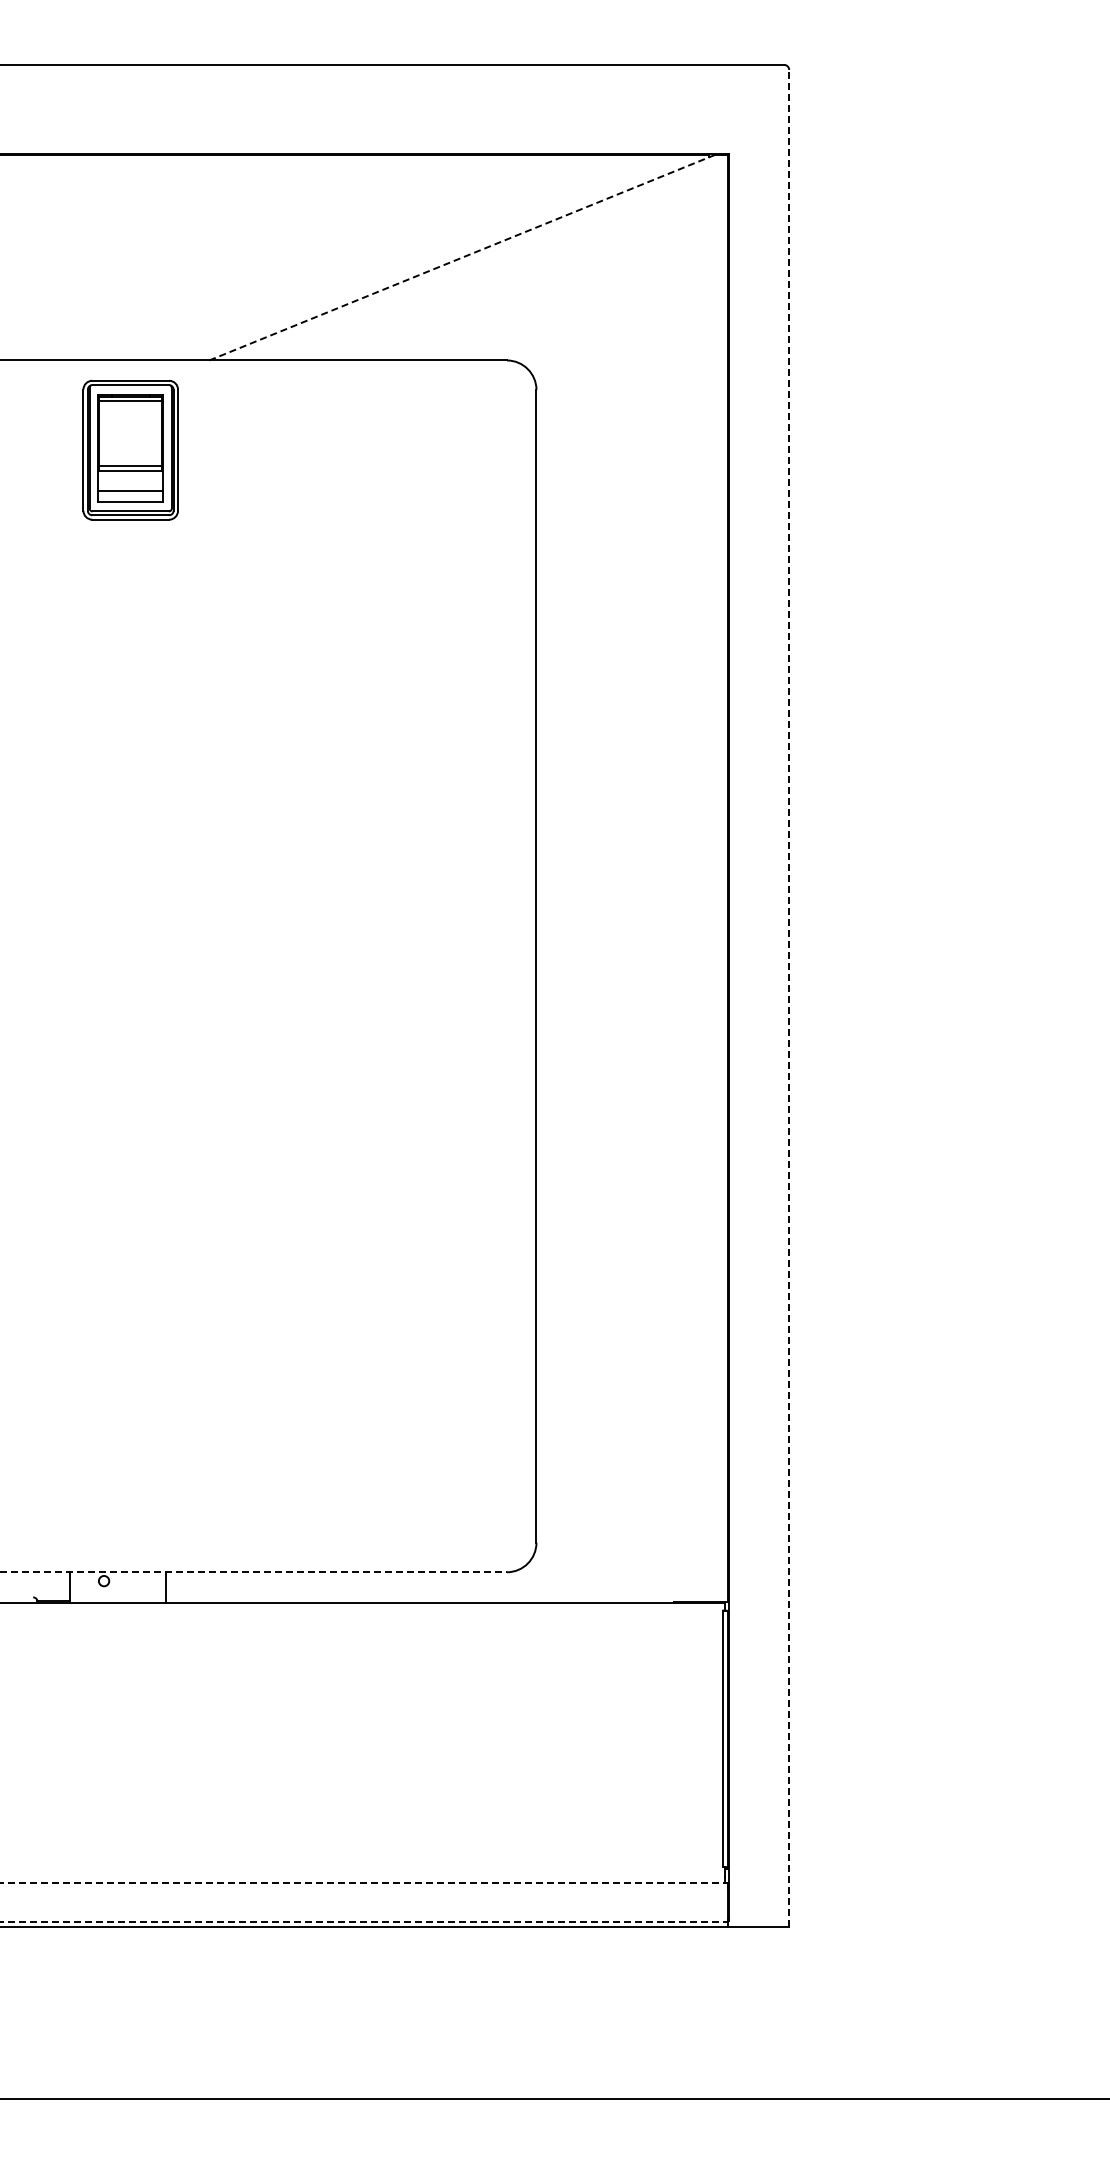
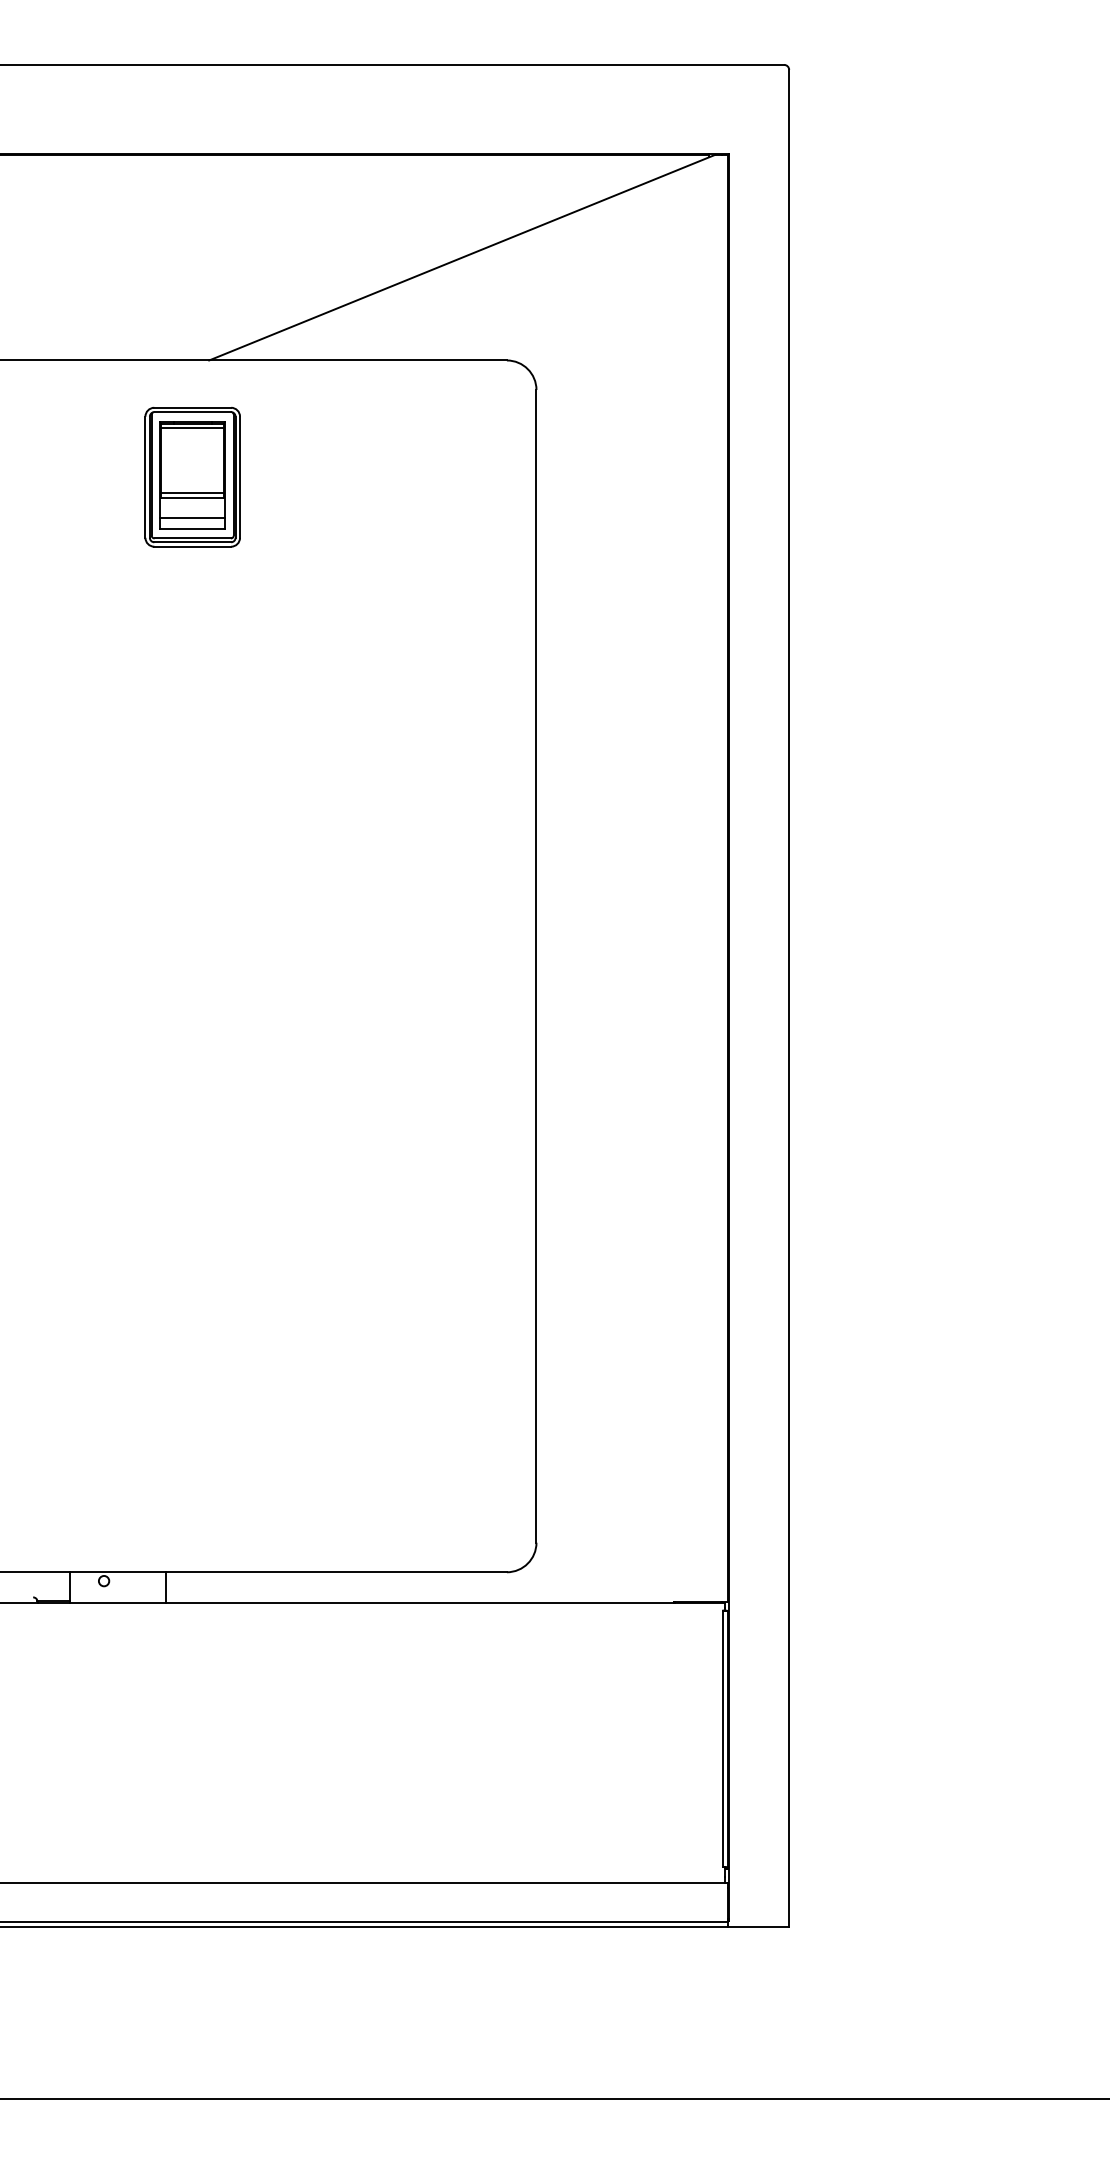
line at (462, 257): dashed -> solid
part at (130, 450) position: (130, 450) -> (192, 477)
line at (789, 998): dashed -> solid
line at (254, 1572): dashed -> solid
line at (364, 1882): dashed -> solid
line at (364, 1921): dashed -> solid
